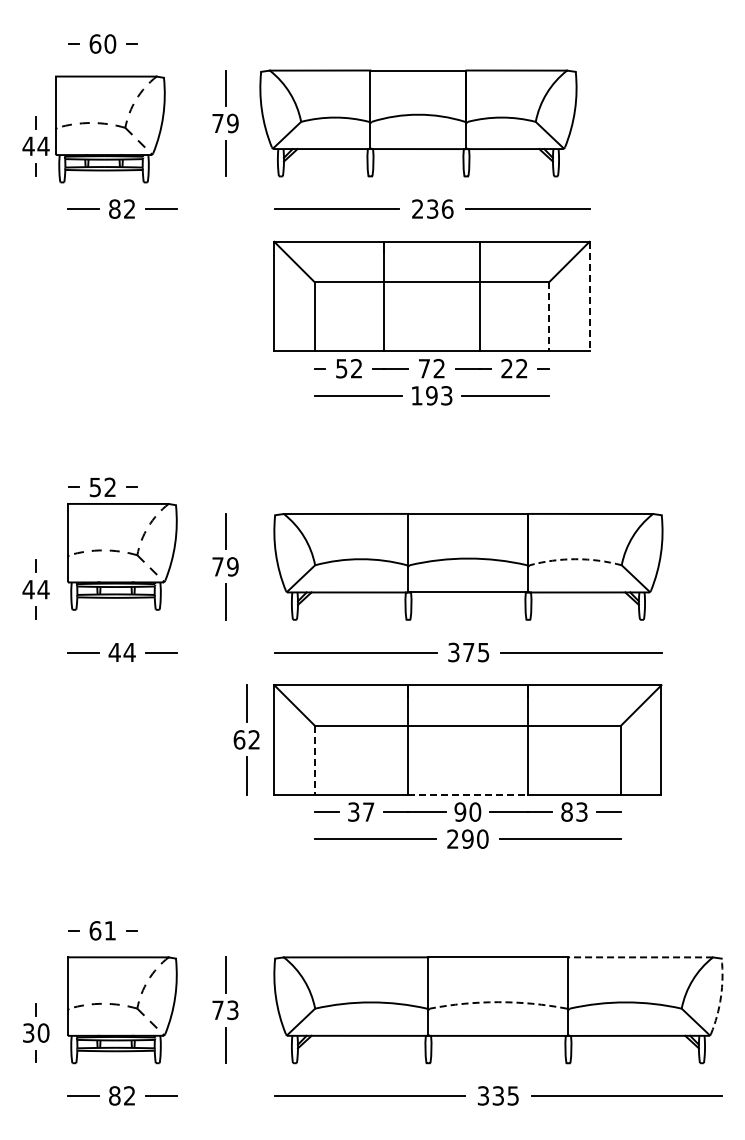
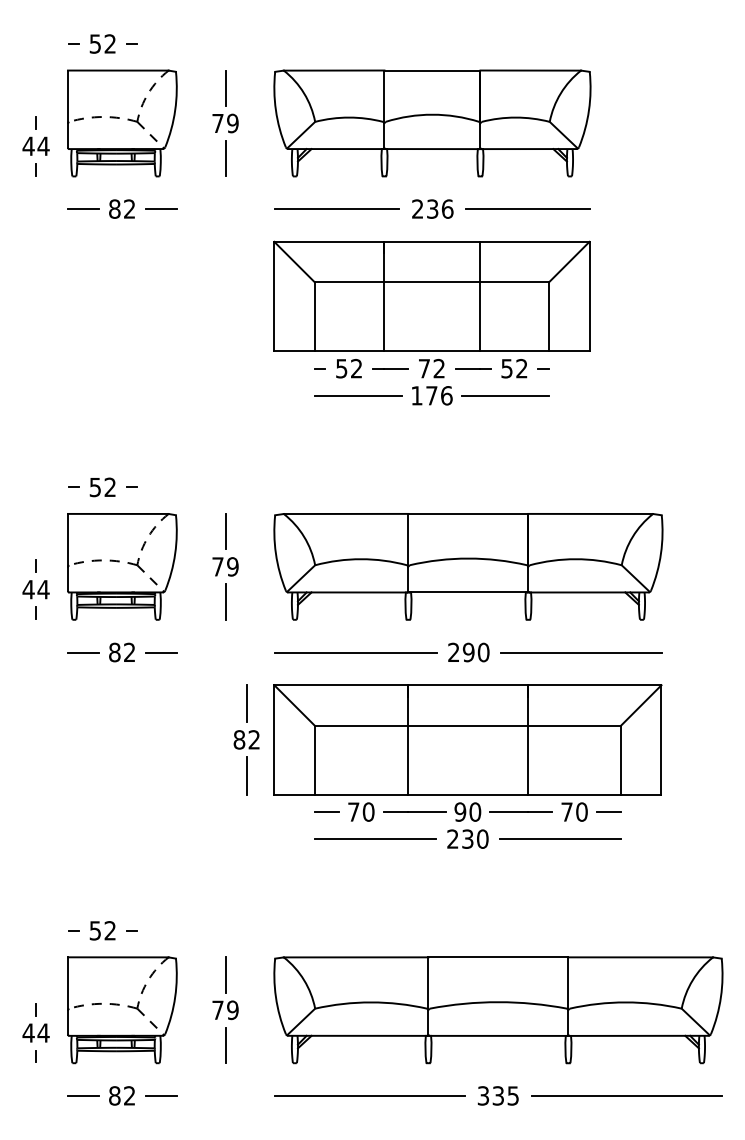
text at (102, 43): 60 -> 52
part at (418, 123) position: (418, 123) -> (432, 123)
part at (110, 129) position: (110, 129) -> (122, 123)
line at (589, 296): dashed -> solid
line at (549, 316): dashed -> solid
text at (506, 368): 22 -> 52
text at (439, 395): 193 -> 176
part at (122, 556) position: (122, 556) -> (122, 566)
arc at (575, 559): dashed -> solid
text at (121, 652): 44 -> 82
text at (468, 652): 375 -> 290
text at (239, 739): 62 -> 82
line at (314, 760): dashed -> solid
line at (467, 794): dashed -> solid
text at (361, 811): 37 -> 70
text at (574, 811): 83 -> 70
text at (467, 838): 290 -> 230
text at (102, 930): 61 -> 52
line at (640, 957): dashed -> solid
arc at (720, 997): dashed -> solid
arc at (498, 1002): dashed -> solid
text at (232, 1009): 73 -> 79
text at (35, 1032): 30 -> 44
